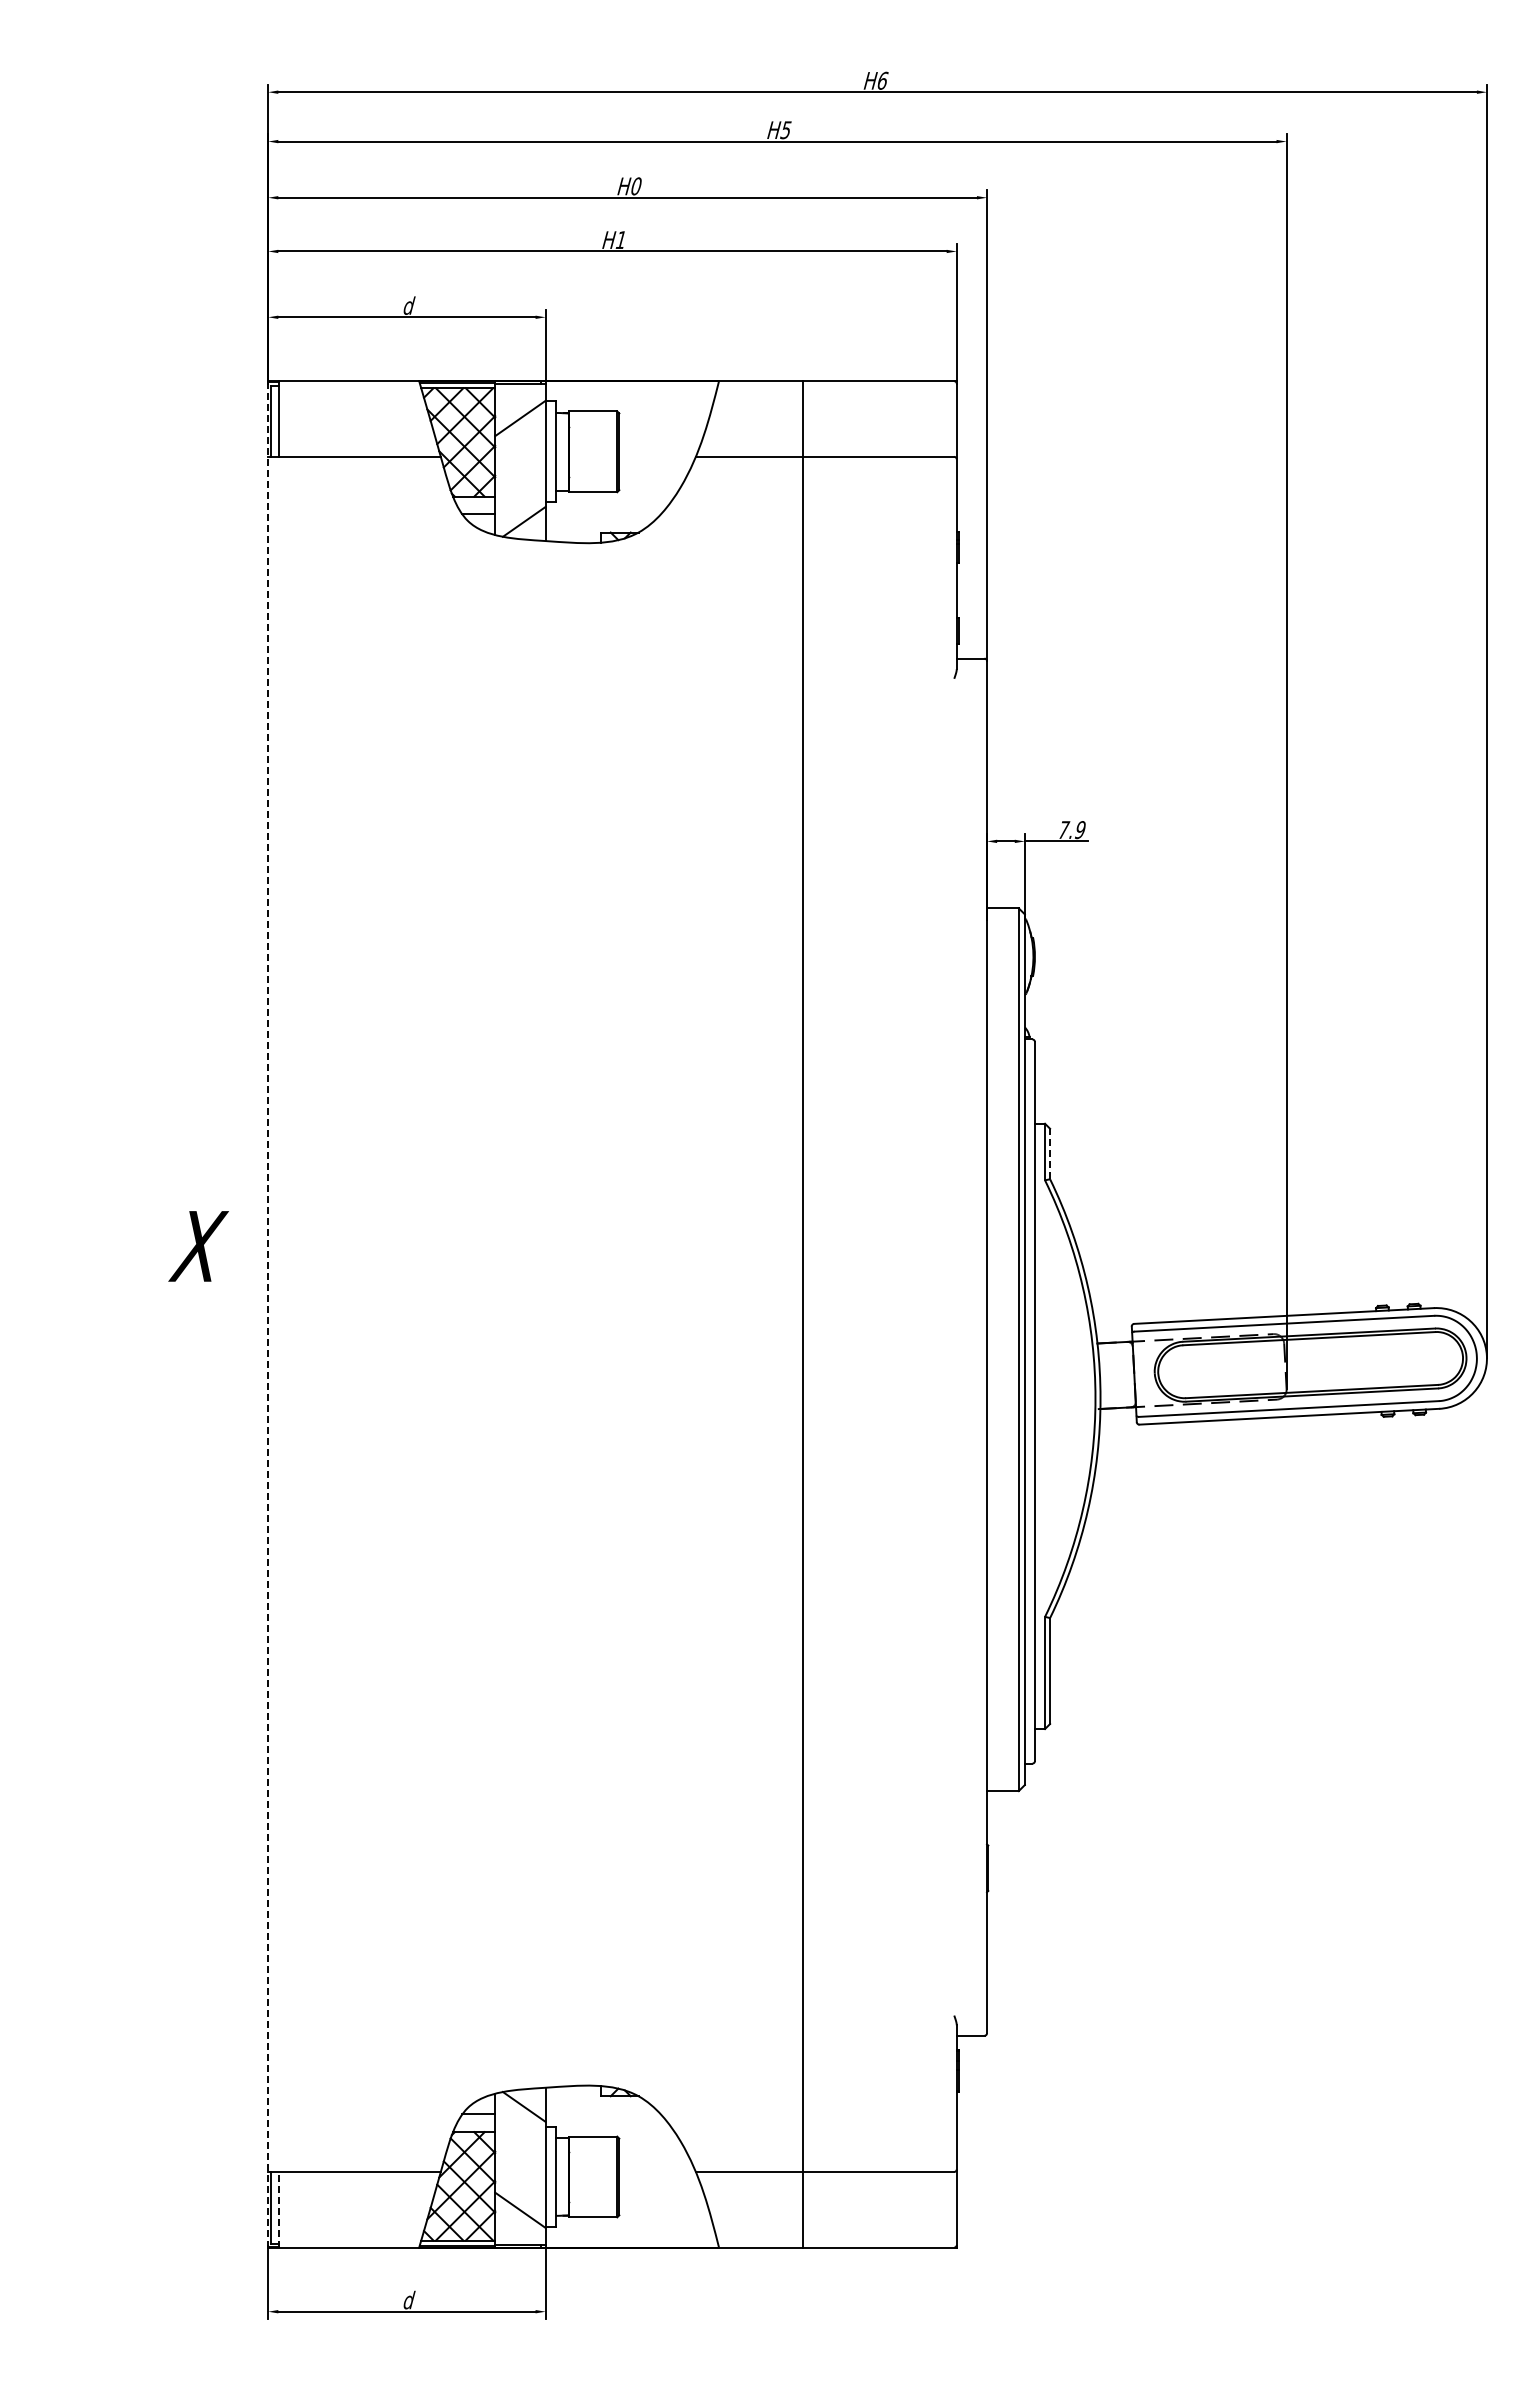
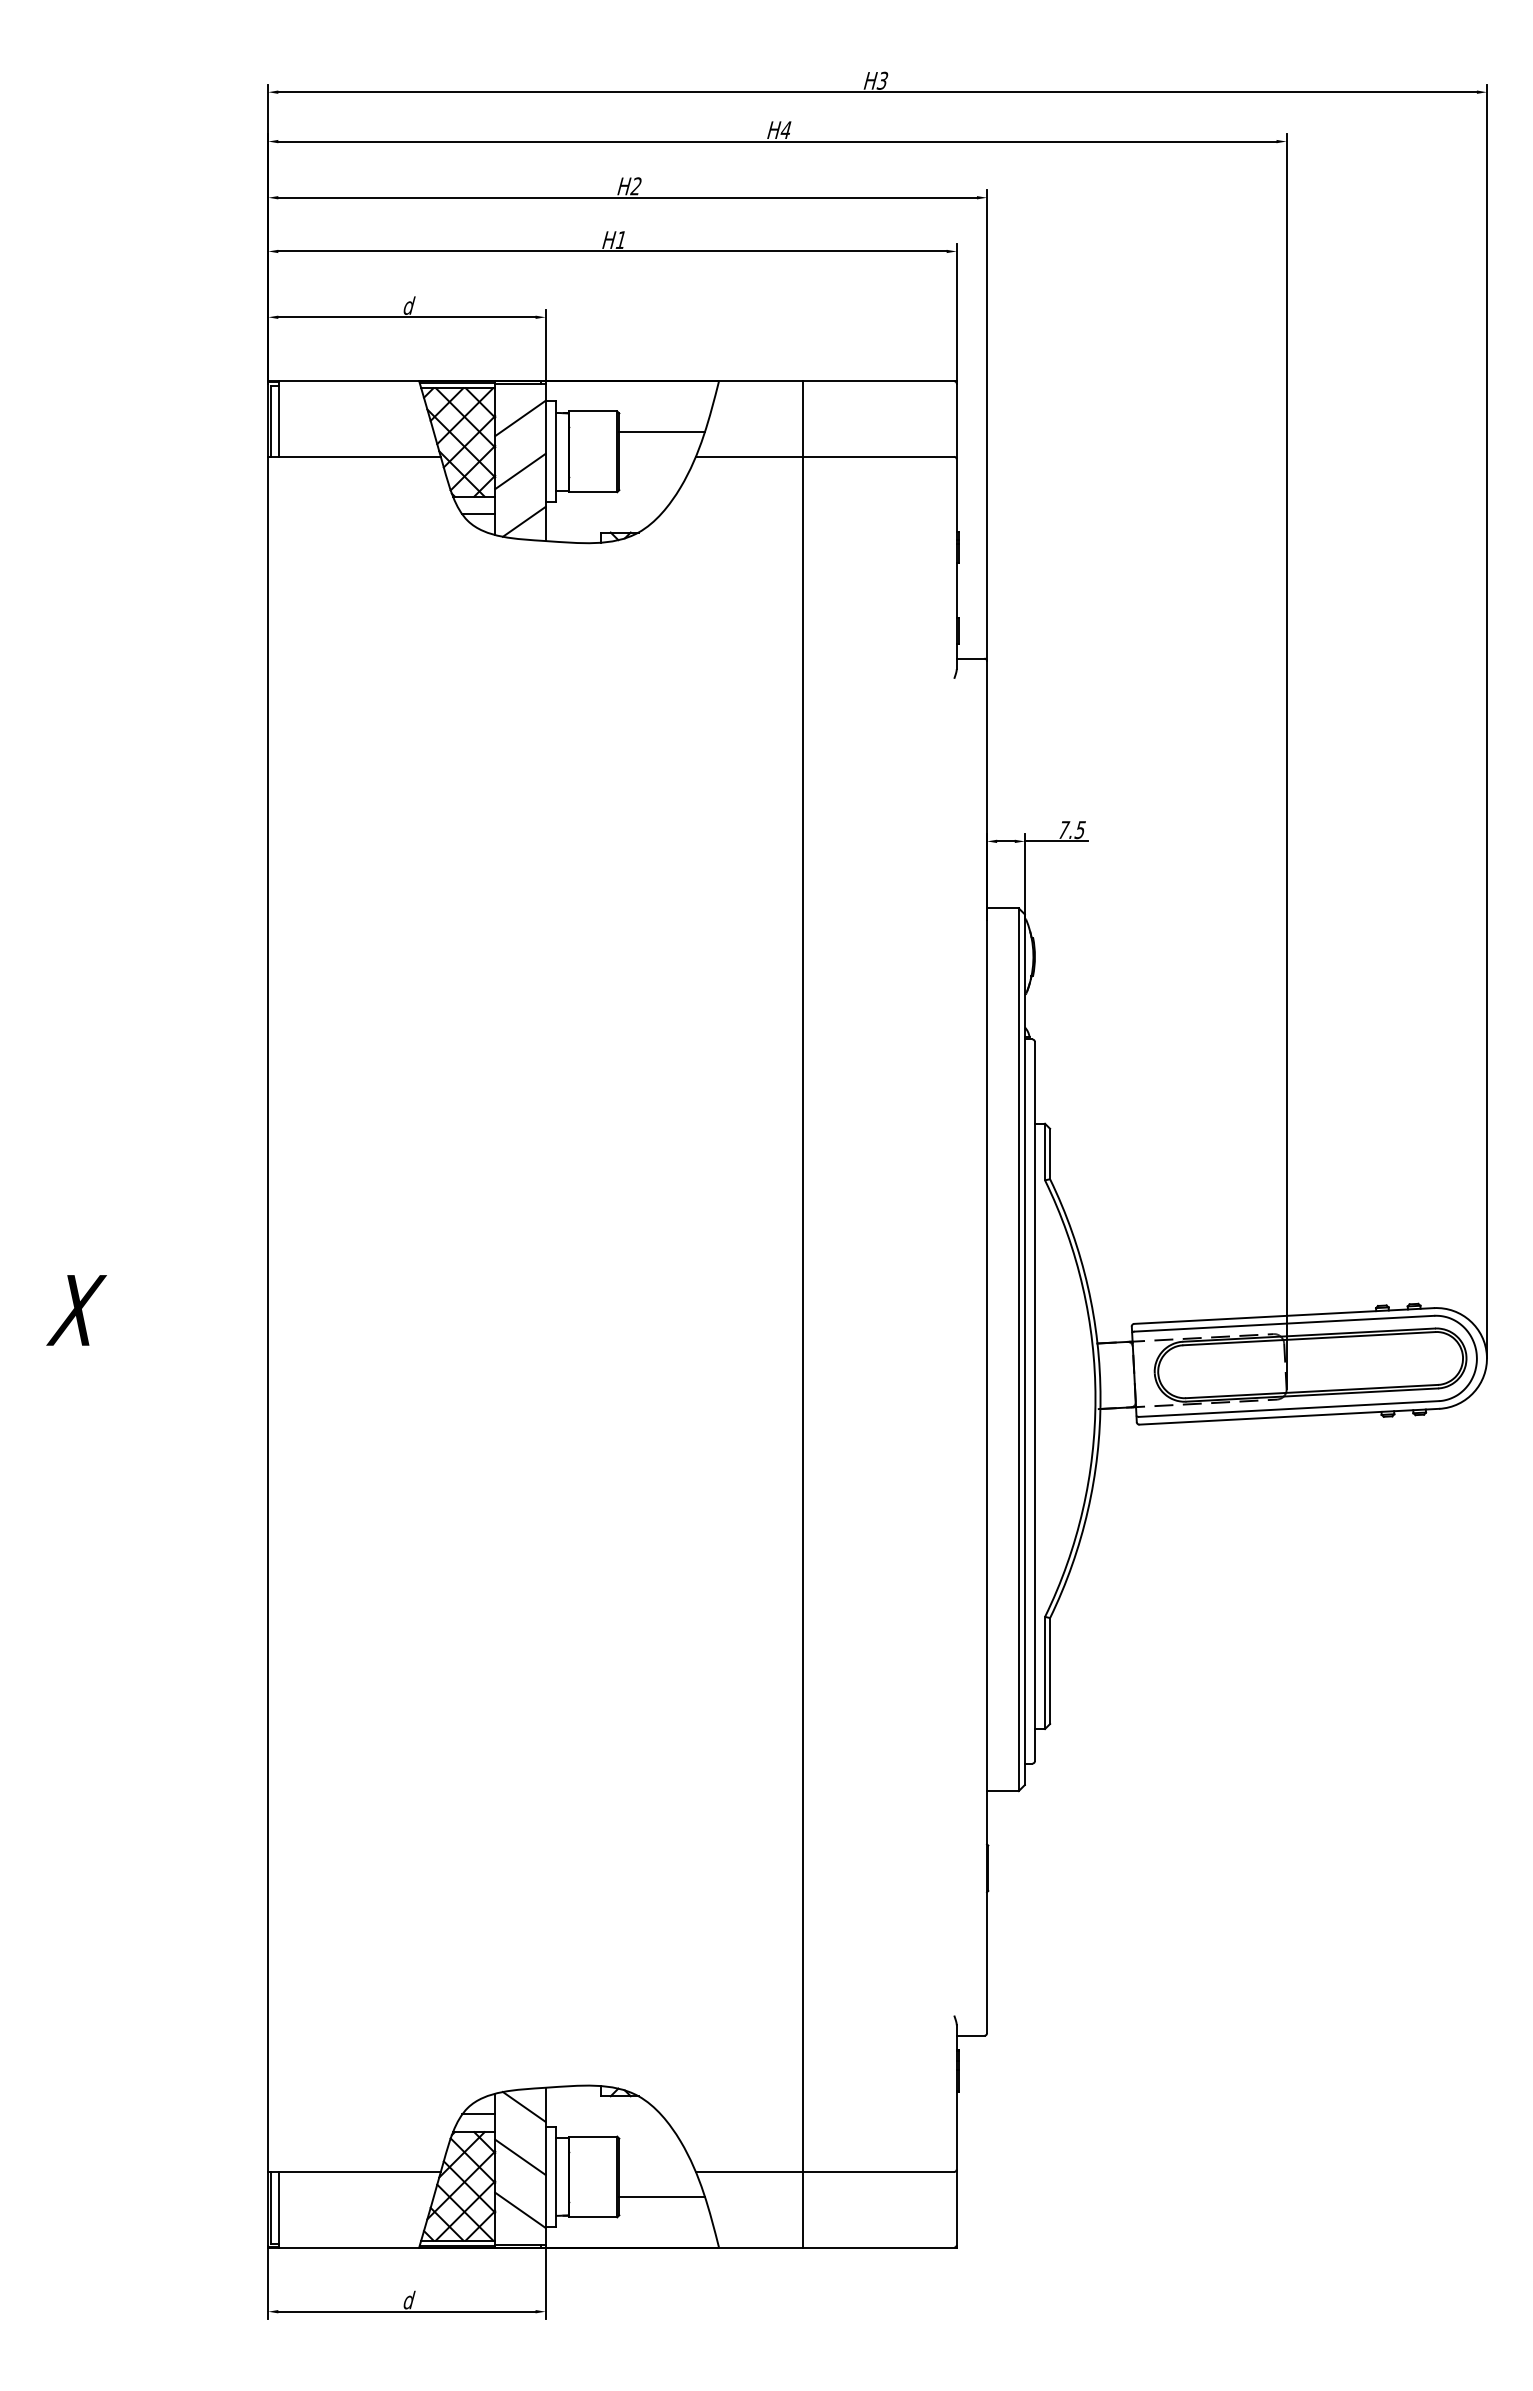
text at (882, 80): H6 -> H3
text at (785, 130): H5 -> H4
text at (635, 186): H0 -> H2
line at (662, 431): none -> present
line at (520, 471): none -> present
text at (1079, 829): 7.9 -> 7.5
line at (1050, 1153): dashed -> solid
text at (198, 1246) position: (198, 1246) -> (76, 1310)
line at (268, 1313): dashed -> solid
line at (520, 2156): none -> present
line at (662, 2197): none -> present
line at (279, 2209): dashed -> solid
